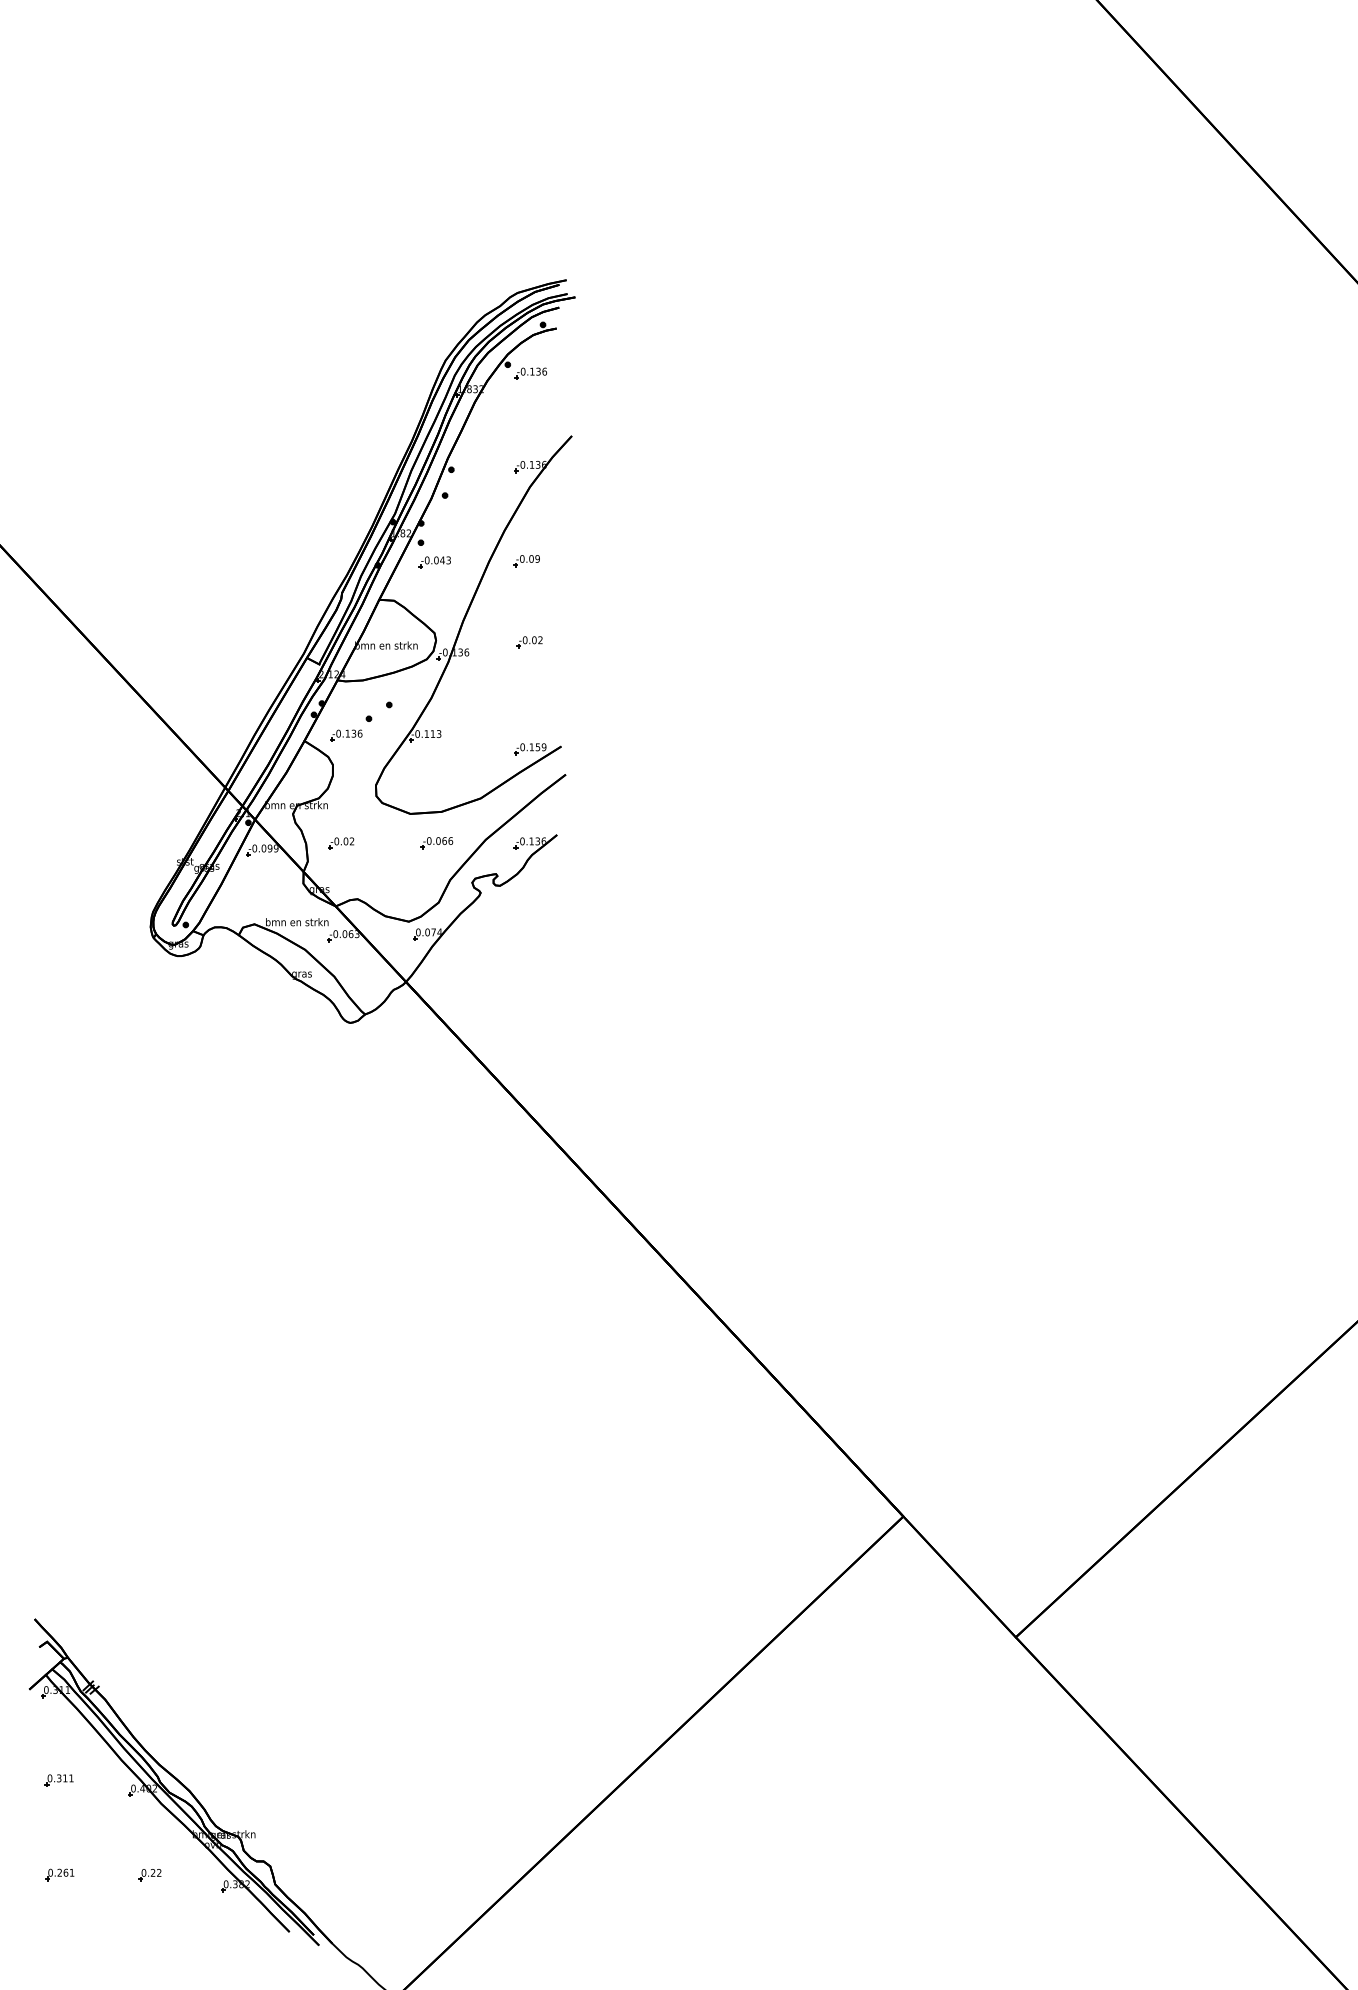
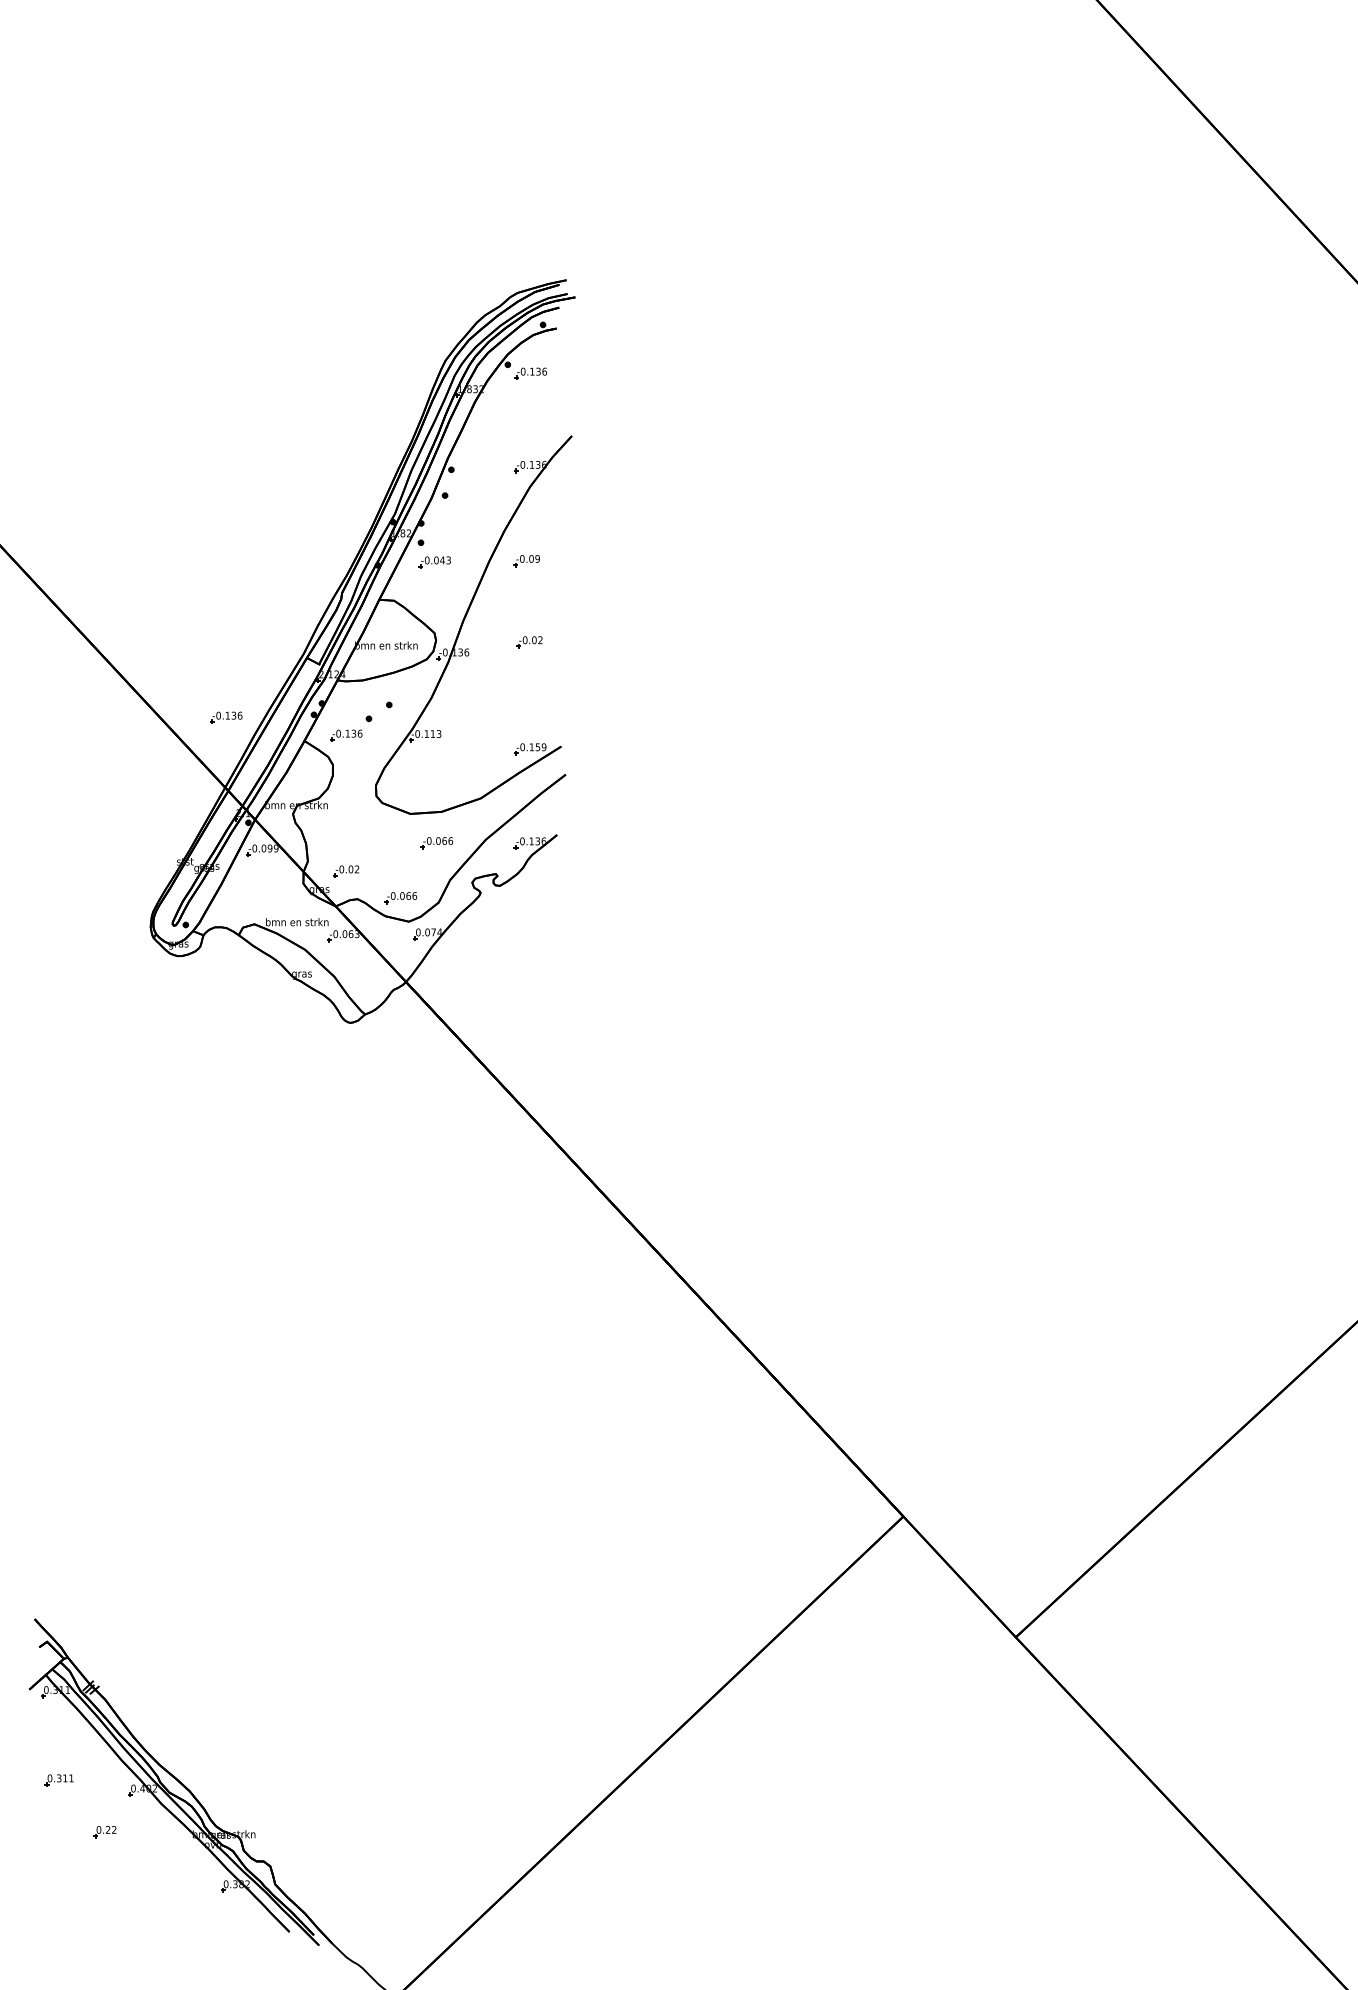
part at (226, 717): none -> present
part at (341, 843) position: (341, 843) -> (346, 871)
part at (400, 898): none -> present
part at (59, 1874): present -> none
part at (149, 1875) position: (149, 1875) -> (104, 1832)
